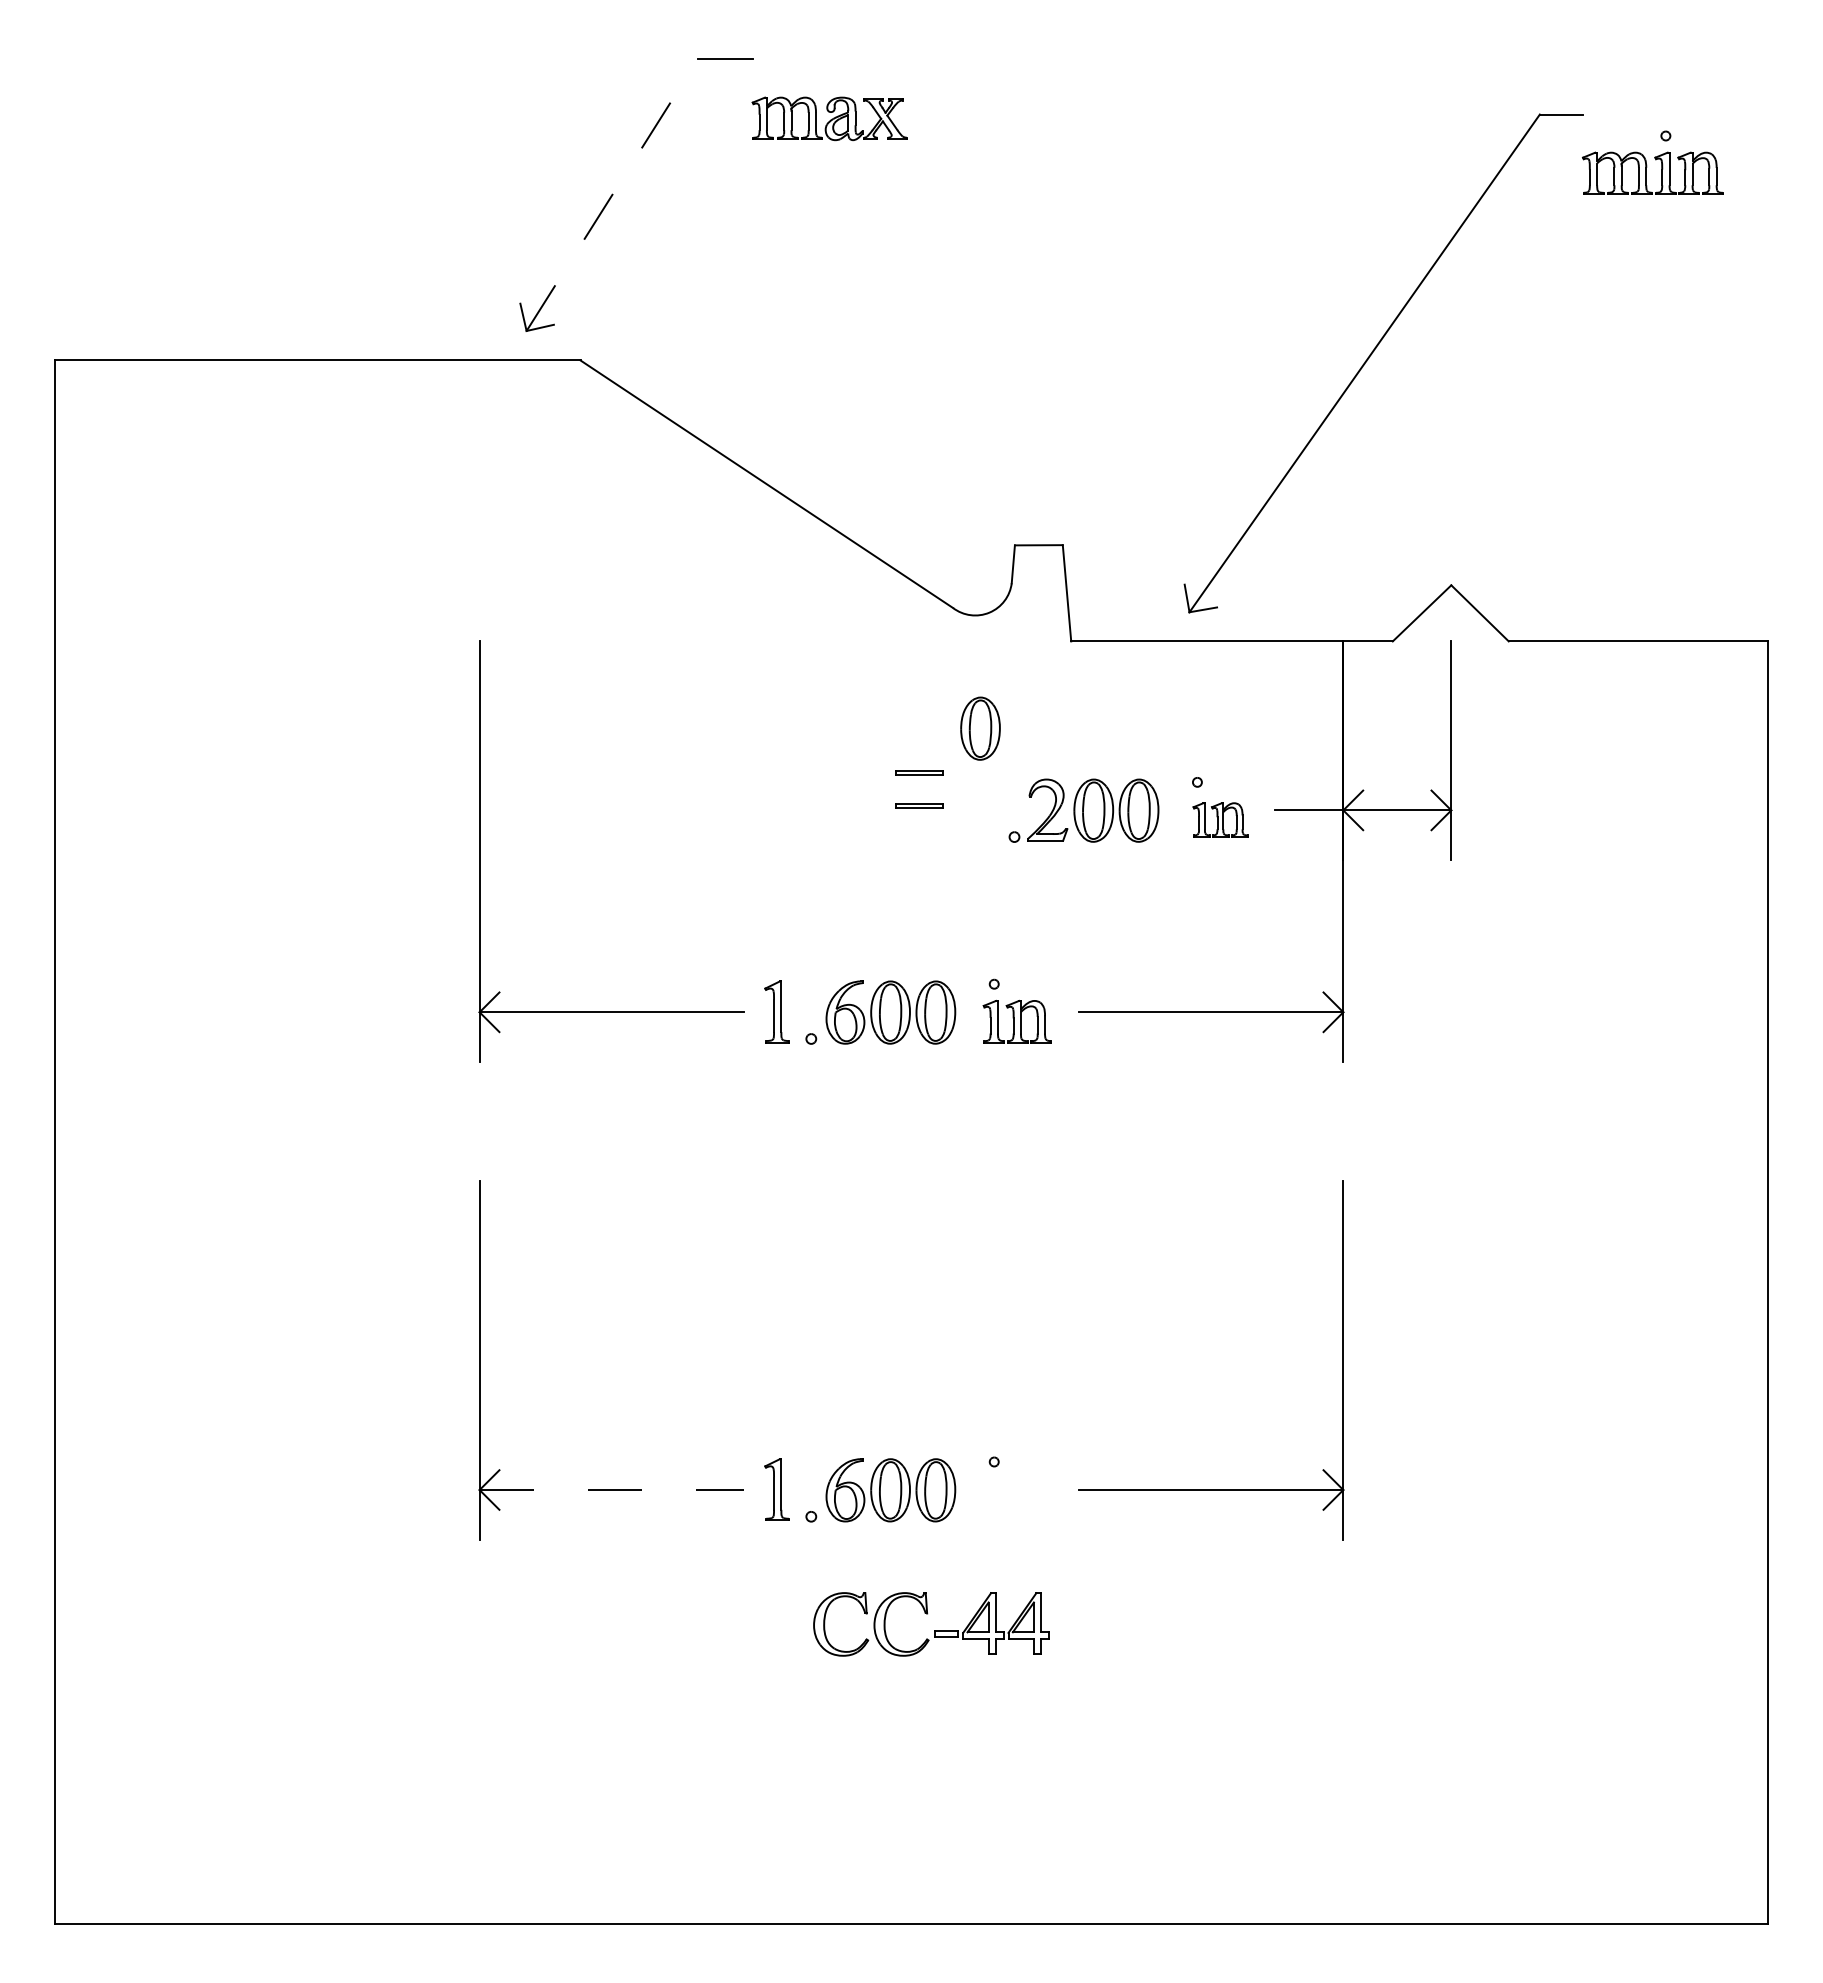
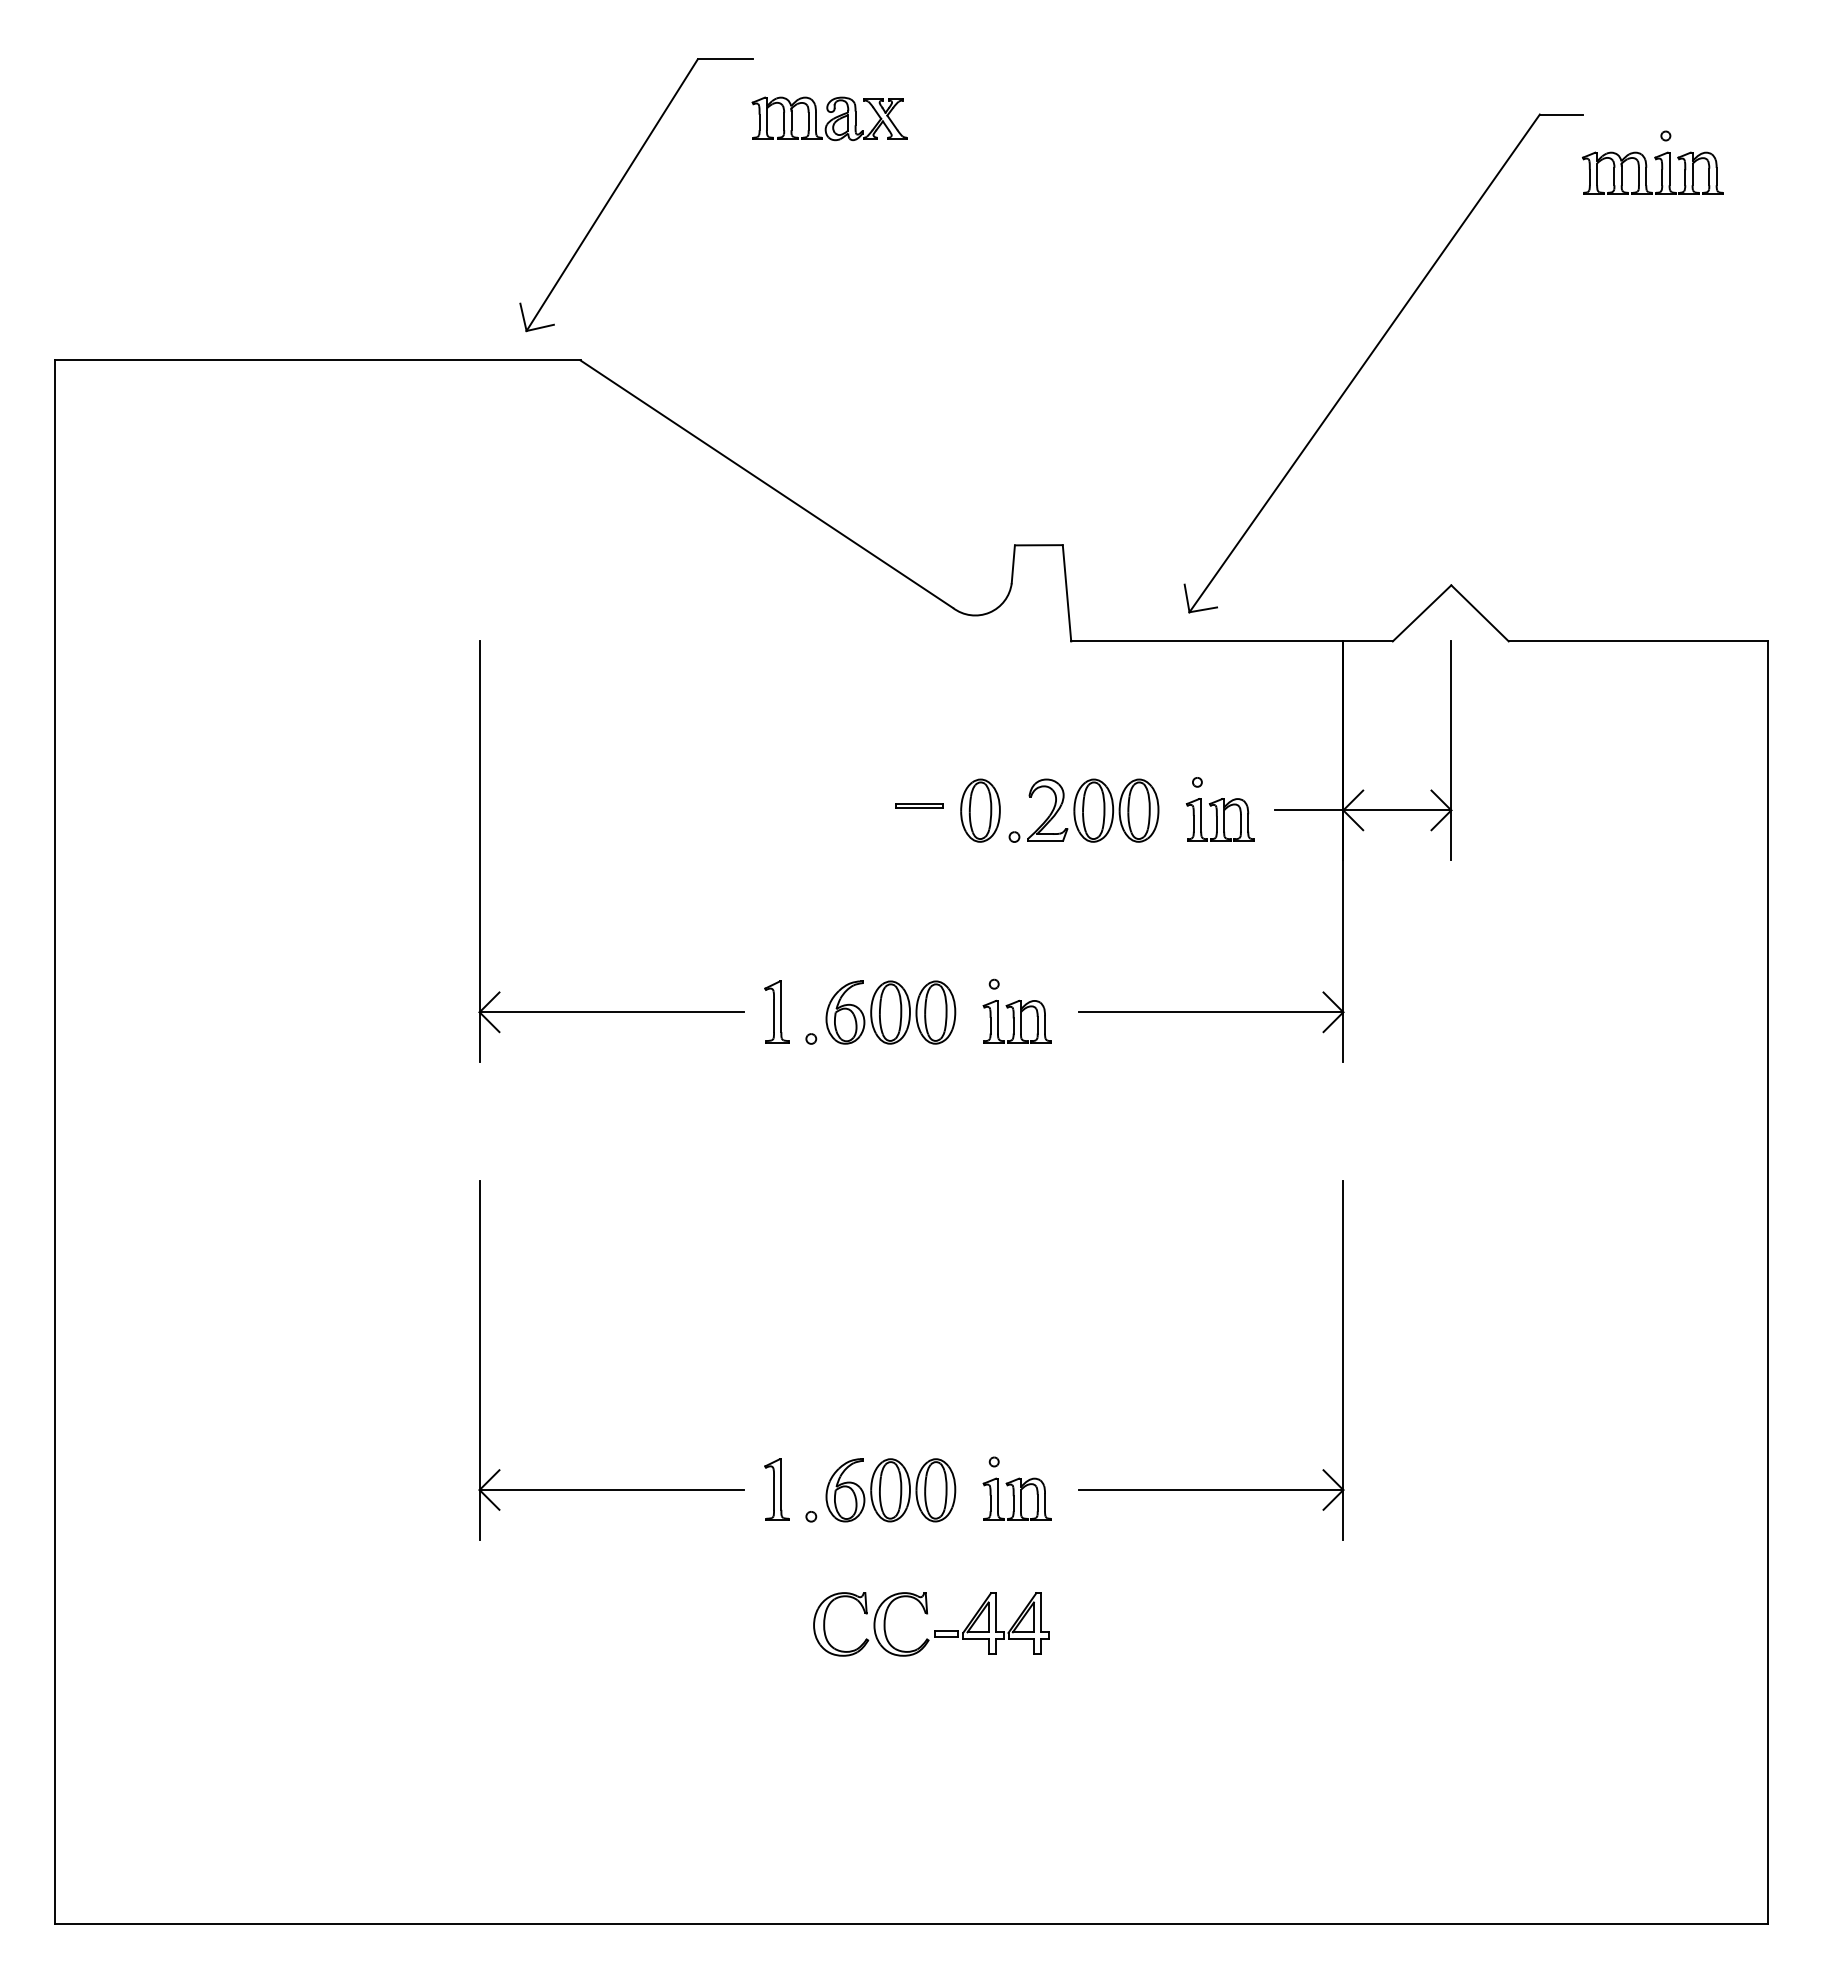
line at (612, 194): dashed -> solid
part at (980, 728) position: (980, 728) -> (980, 810)
part at (919, 772): present -> none
part at (1220, 819) size: 57x36 px -> 70x44 px
line at (612, 1490): dashed -> solid
part at (1016, 1498): none -> present
